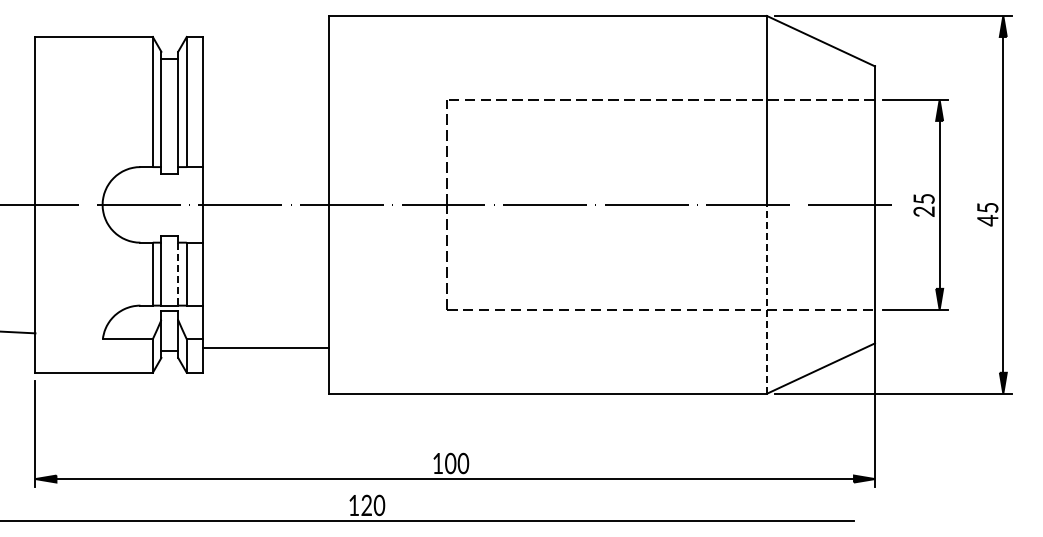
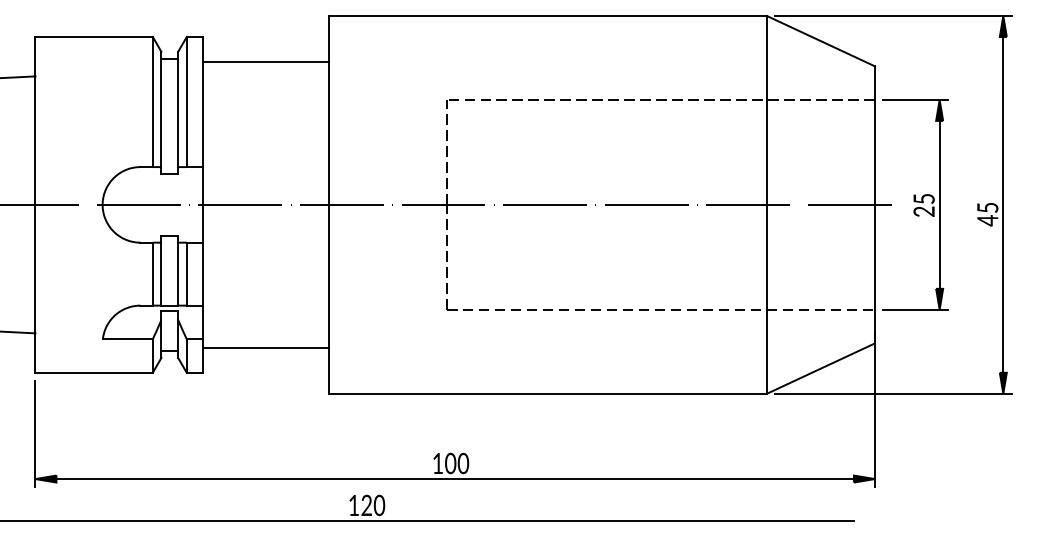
line at (266, 62): none -> present
line at (18, 77): none -> present
line at (178, 274): dashed -> solid
line at (766, 298): dashed -> solid
